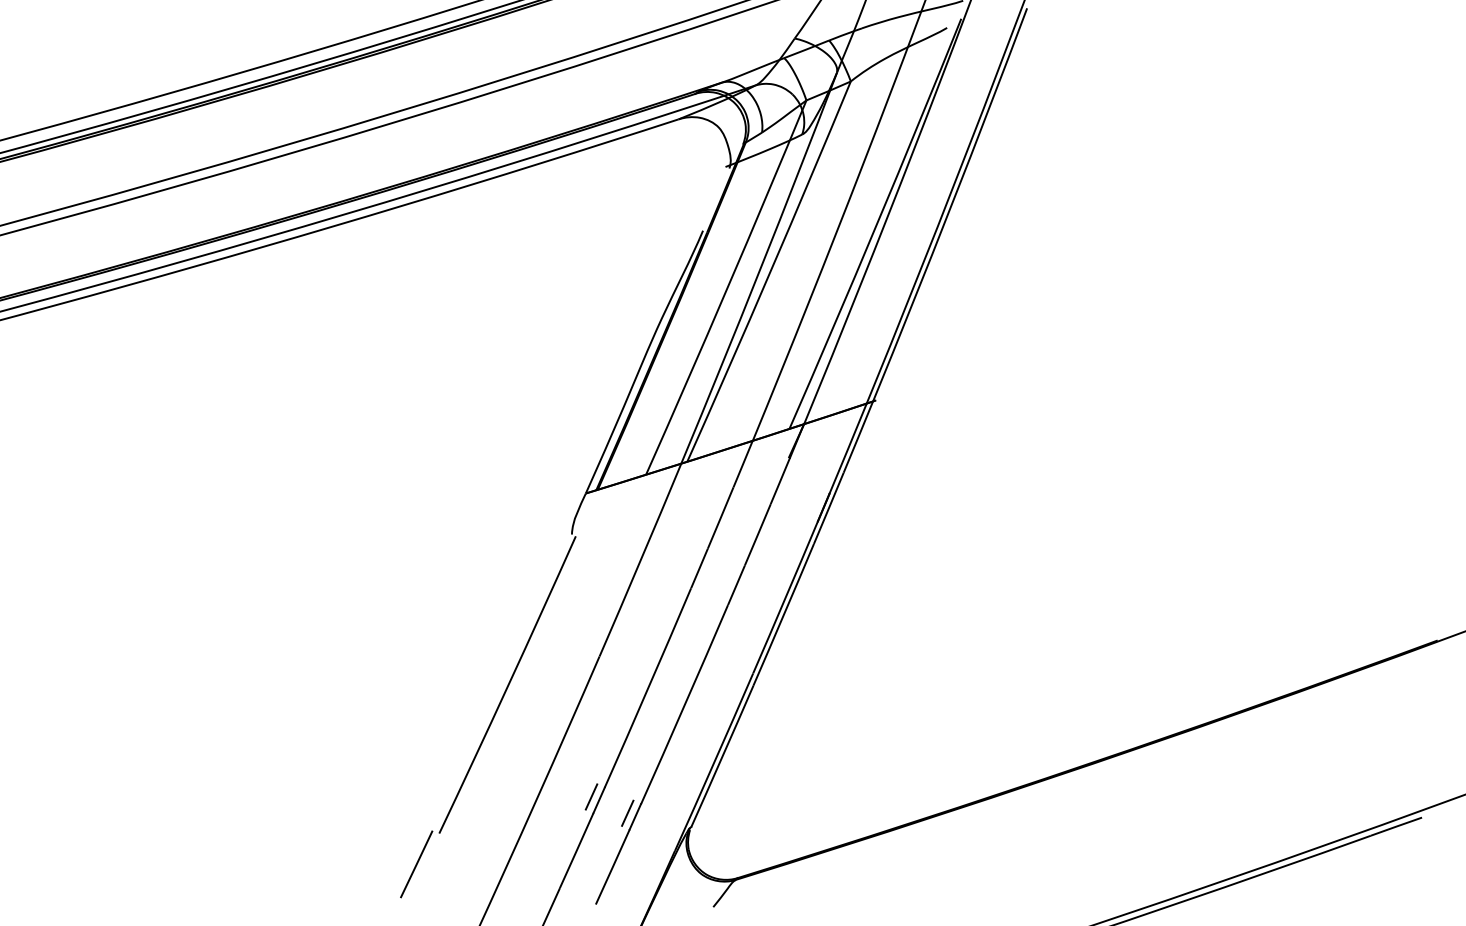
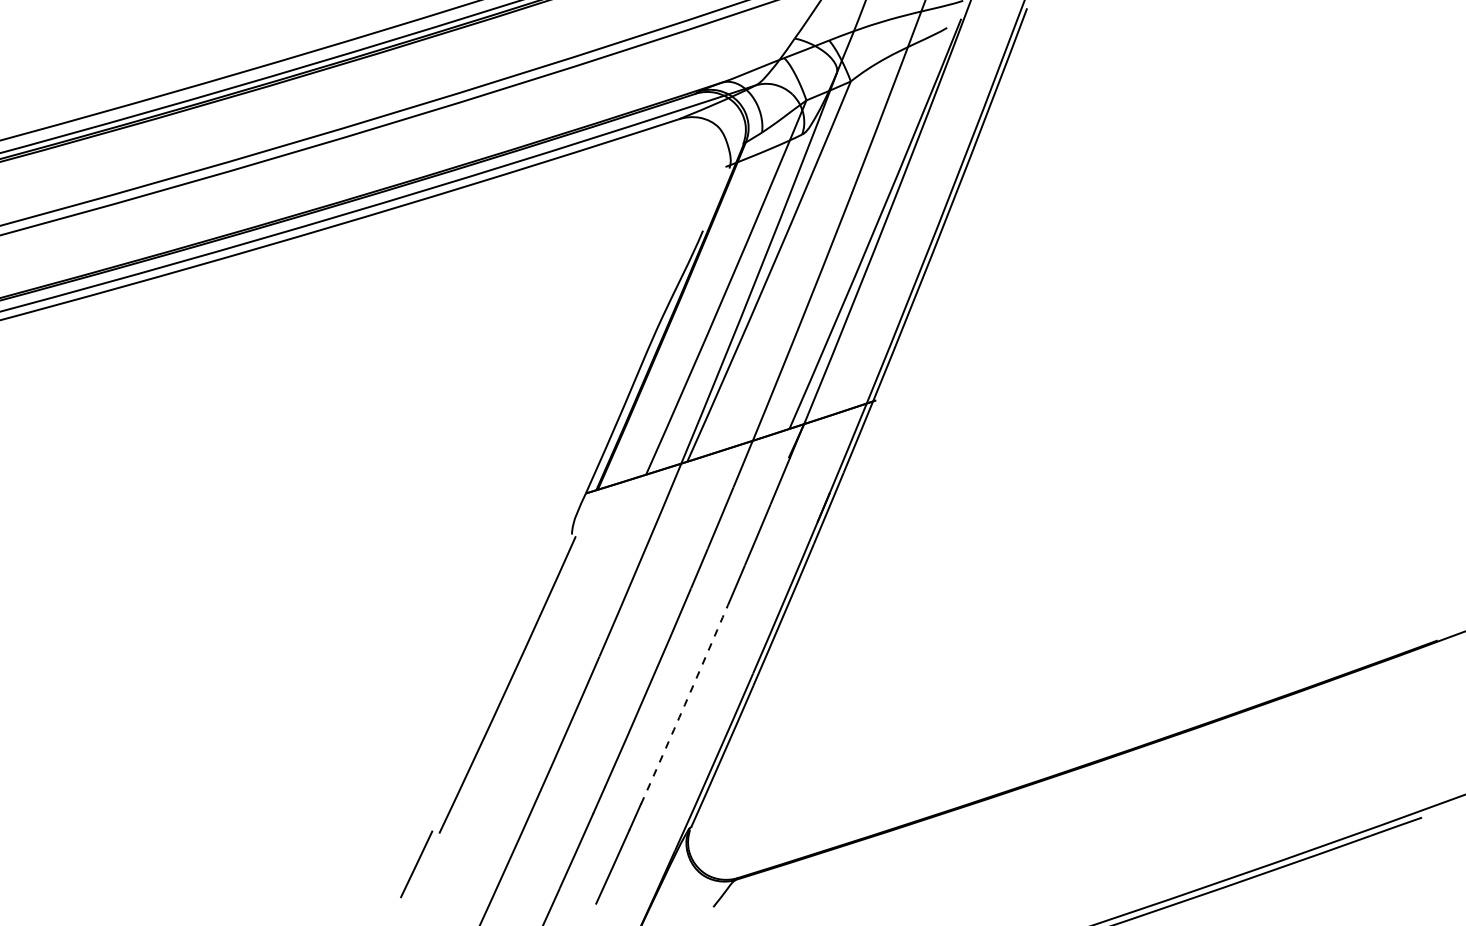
arc at (684, 704): solid -> dashed
line at (591, 796): present -> none
line at (627, 812): present -> none
